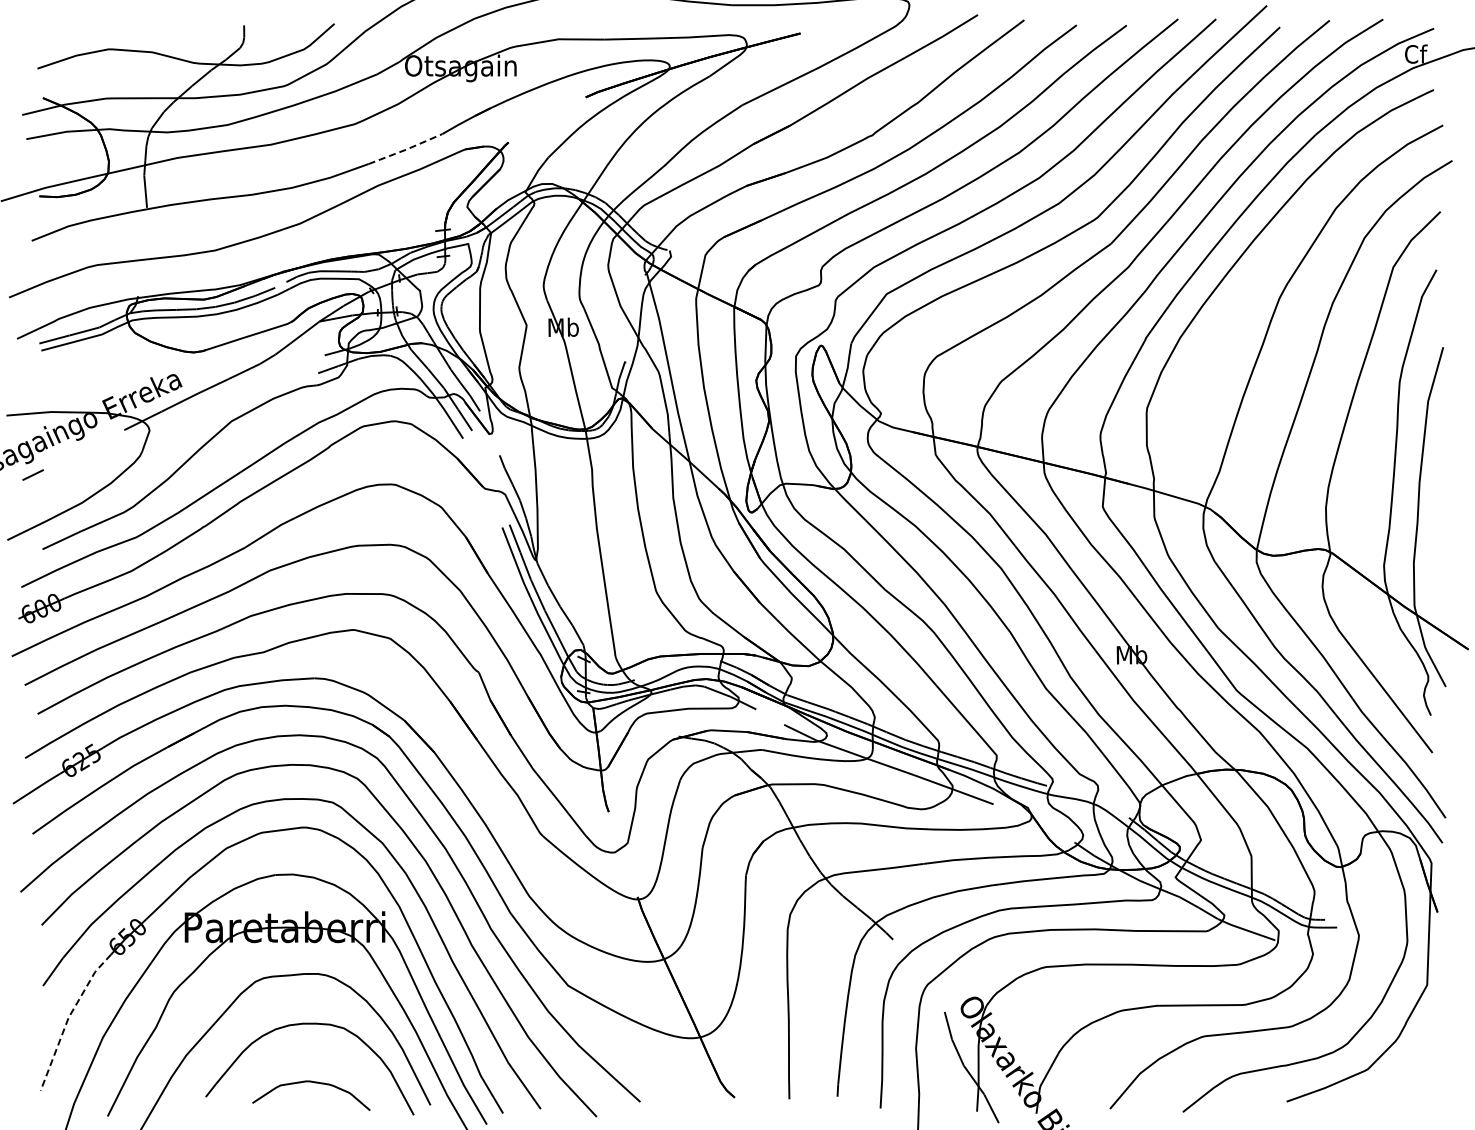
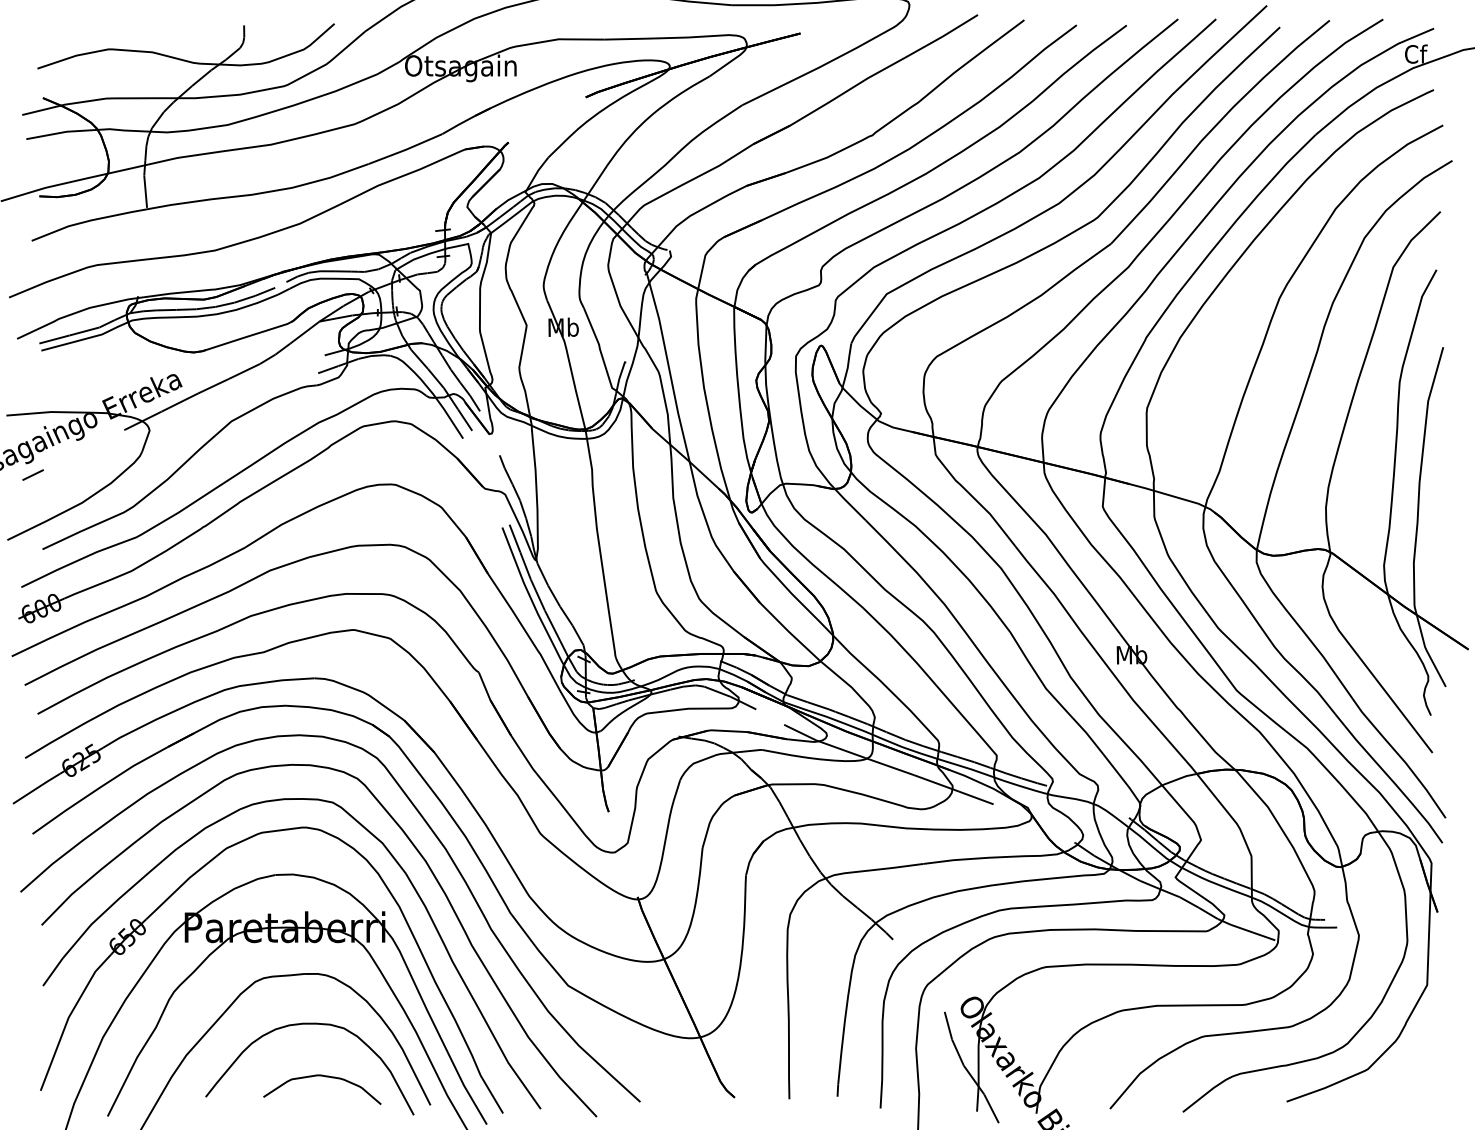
line at (406, 149): dashed -> solid
line at (68, 1017): dashed -> solid
curve at (314, 1083) position: (314, 1083) -> (325, 1077)
